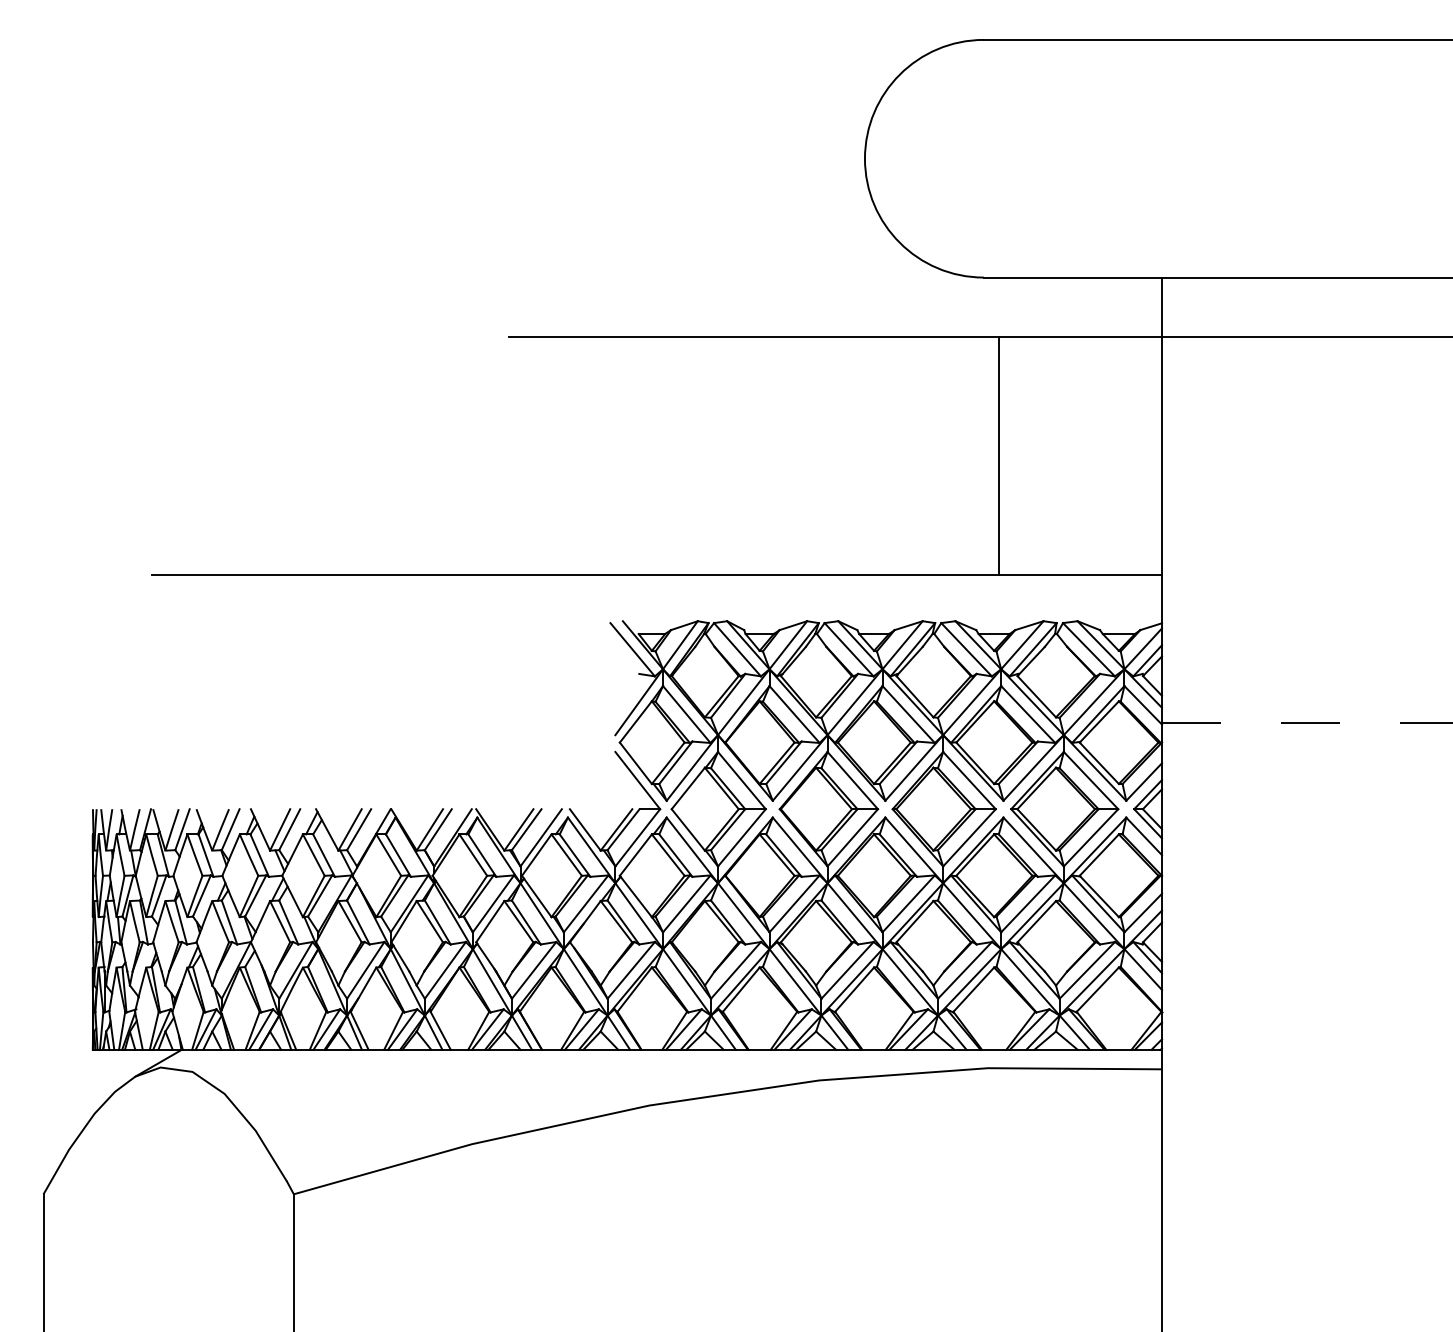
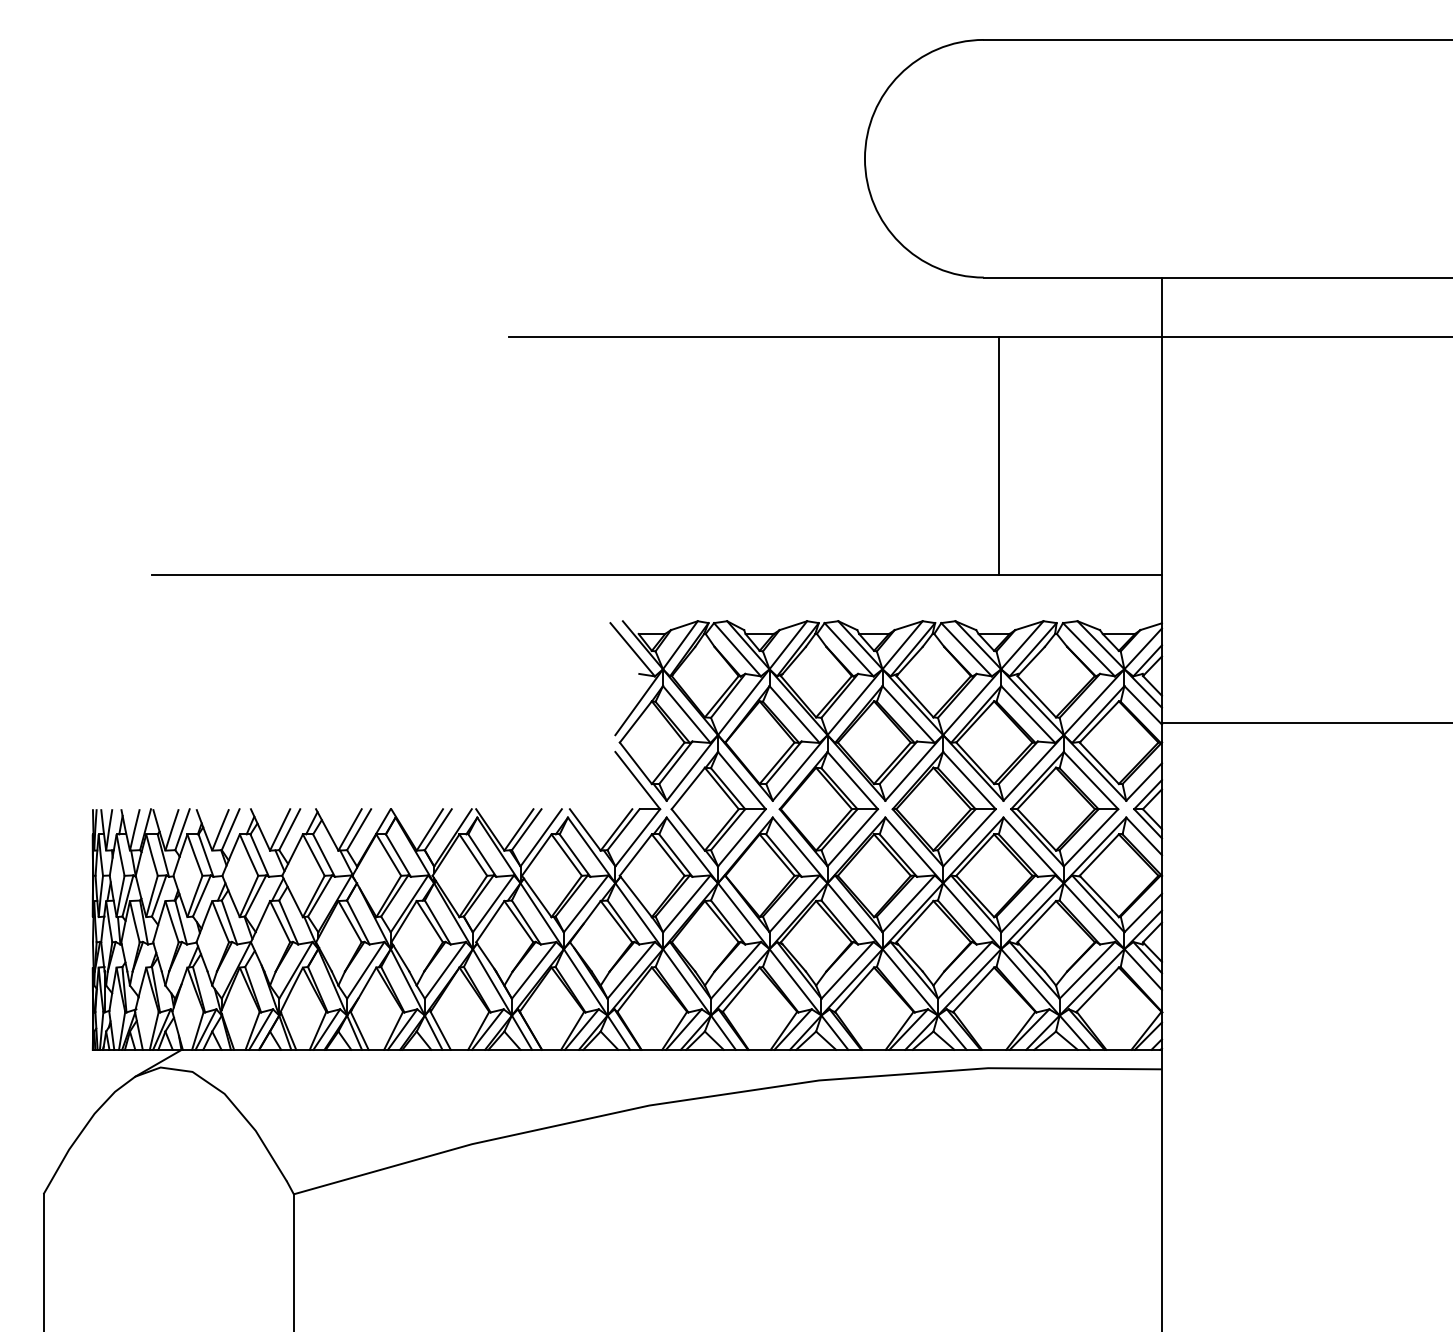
line at (1307, 723): dashed -> solid
